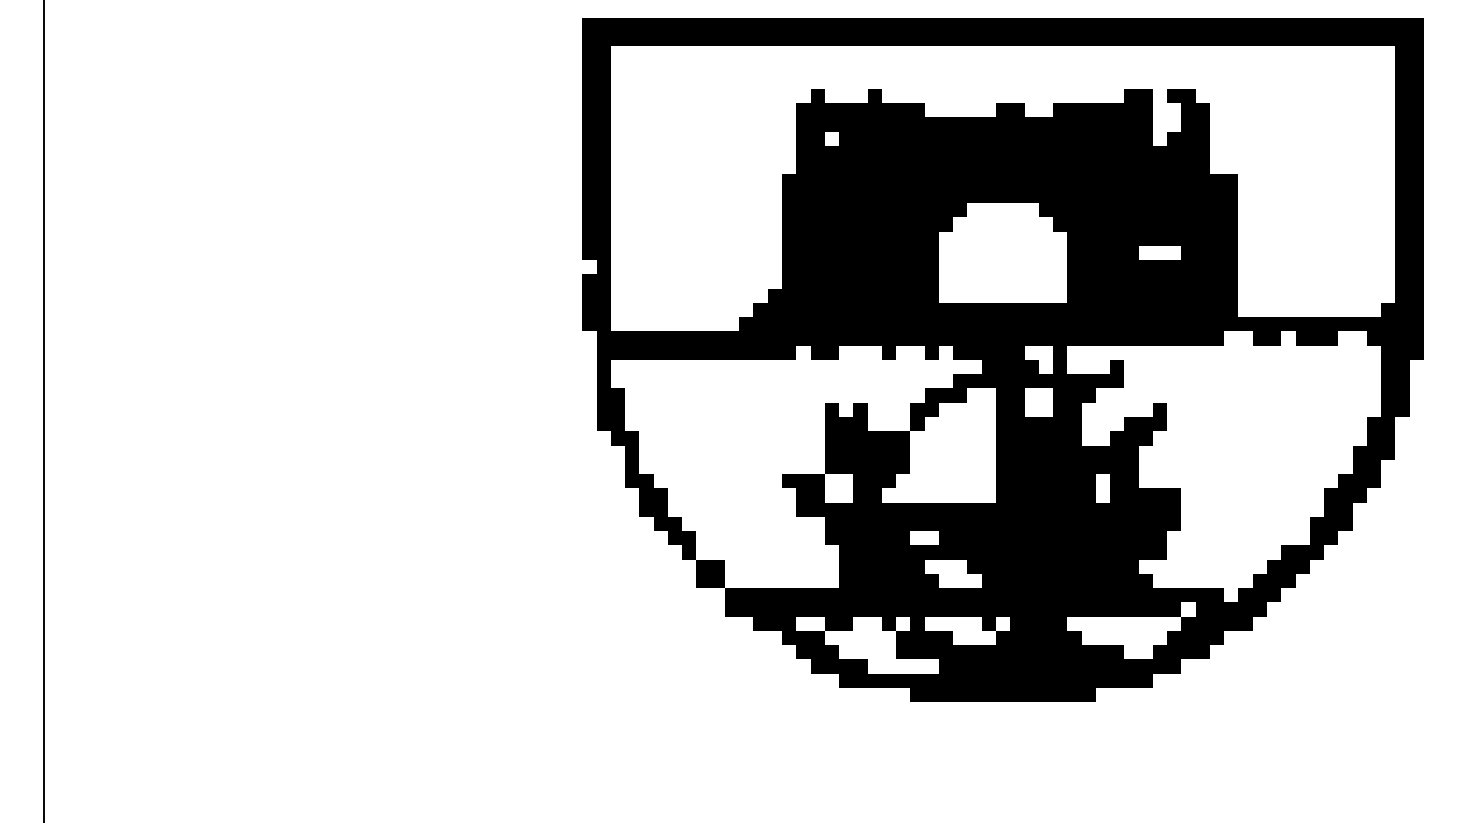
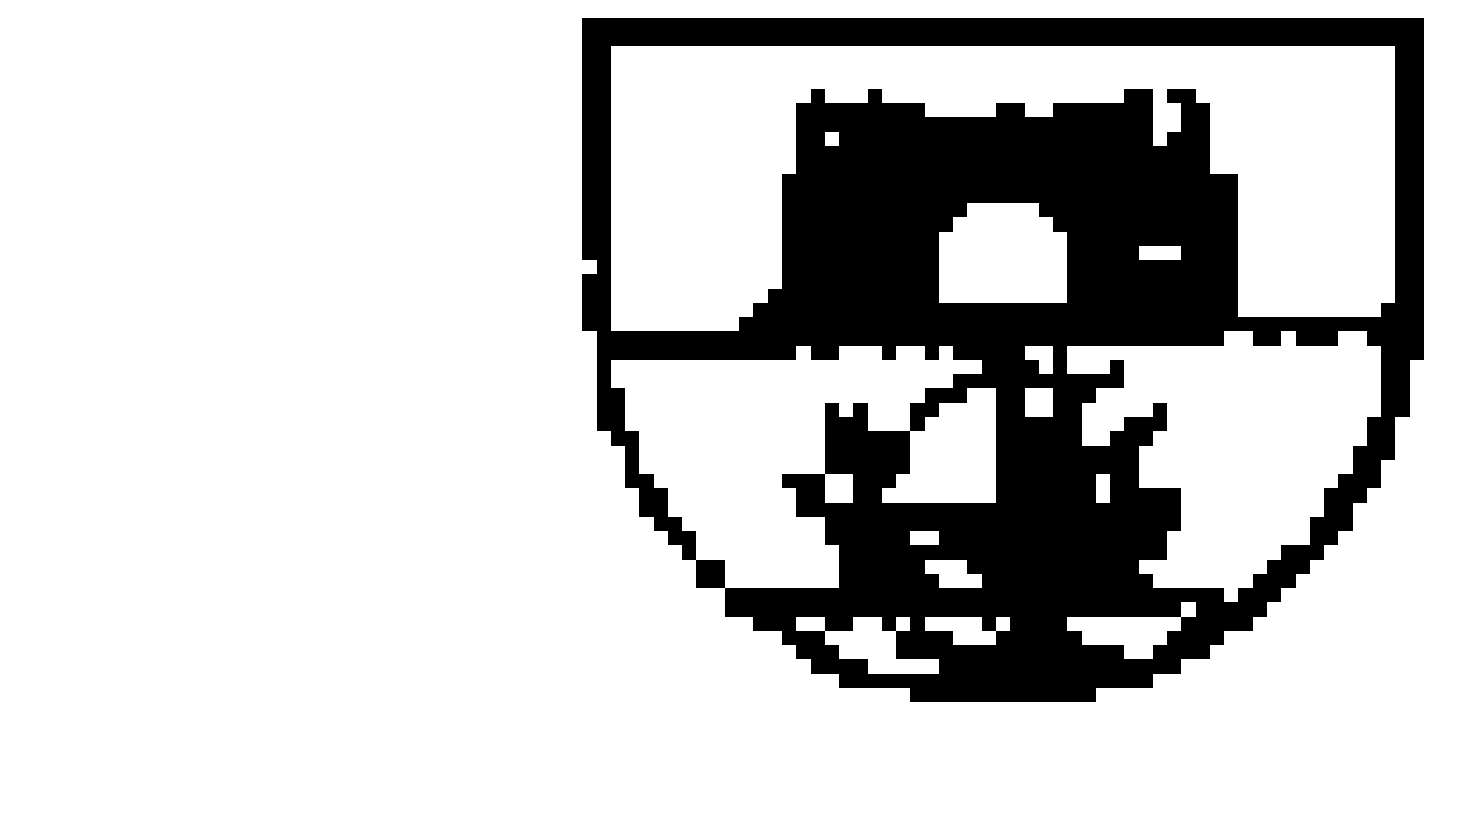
line at (44, 410): present -> none
